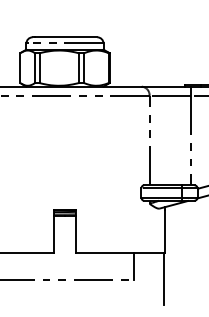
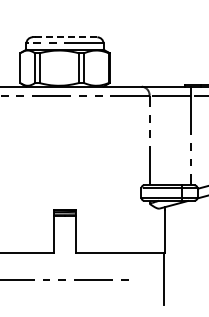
line at (66, 37): solid -> dashed
line at (133, 266): present -> none
